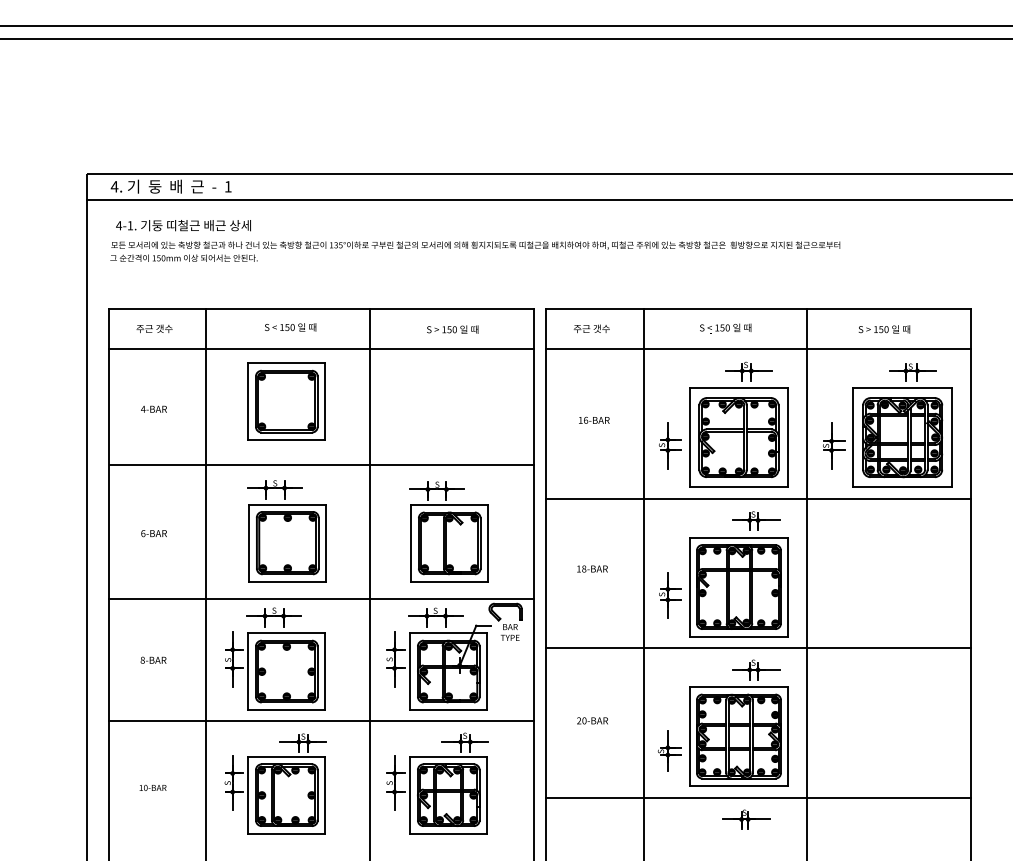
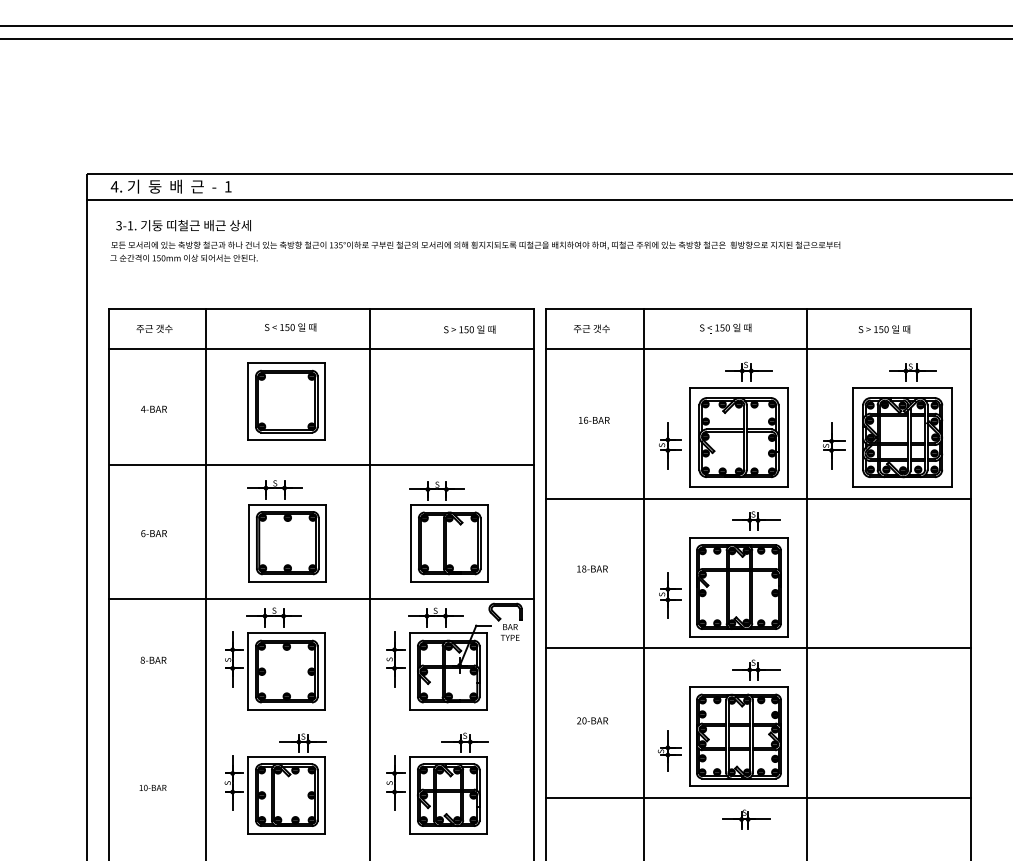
text at (119, 225): 4-1. -> 3-1.
text at (452, 329) position: (452, 329) -> (469, 329)
line at (321, 720): present -> none
